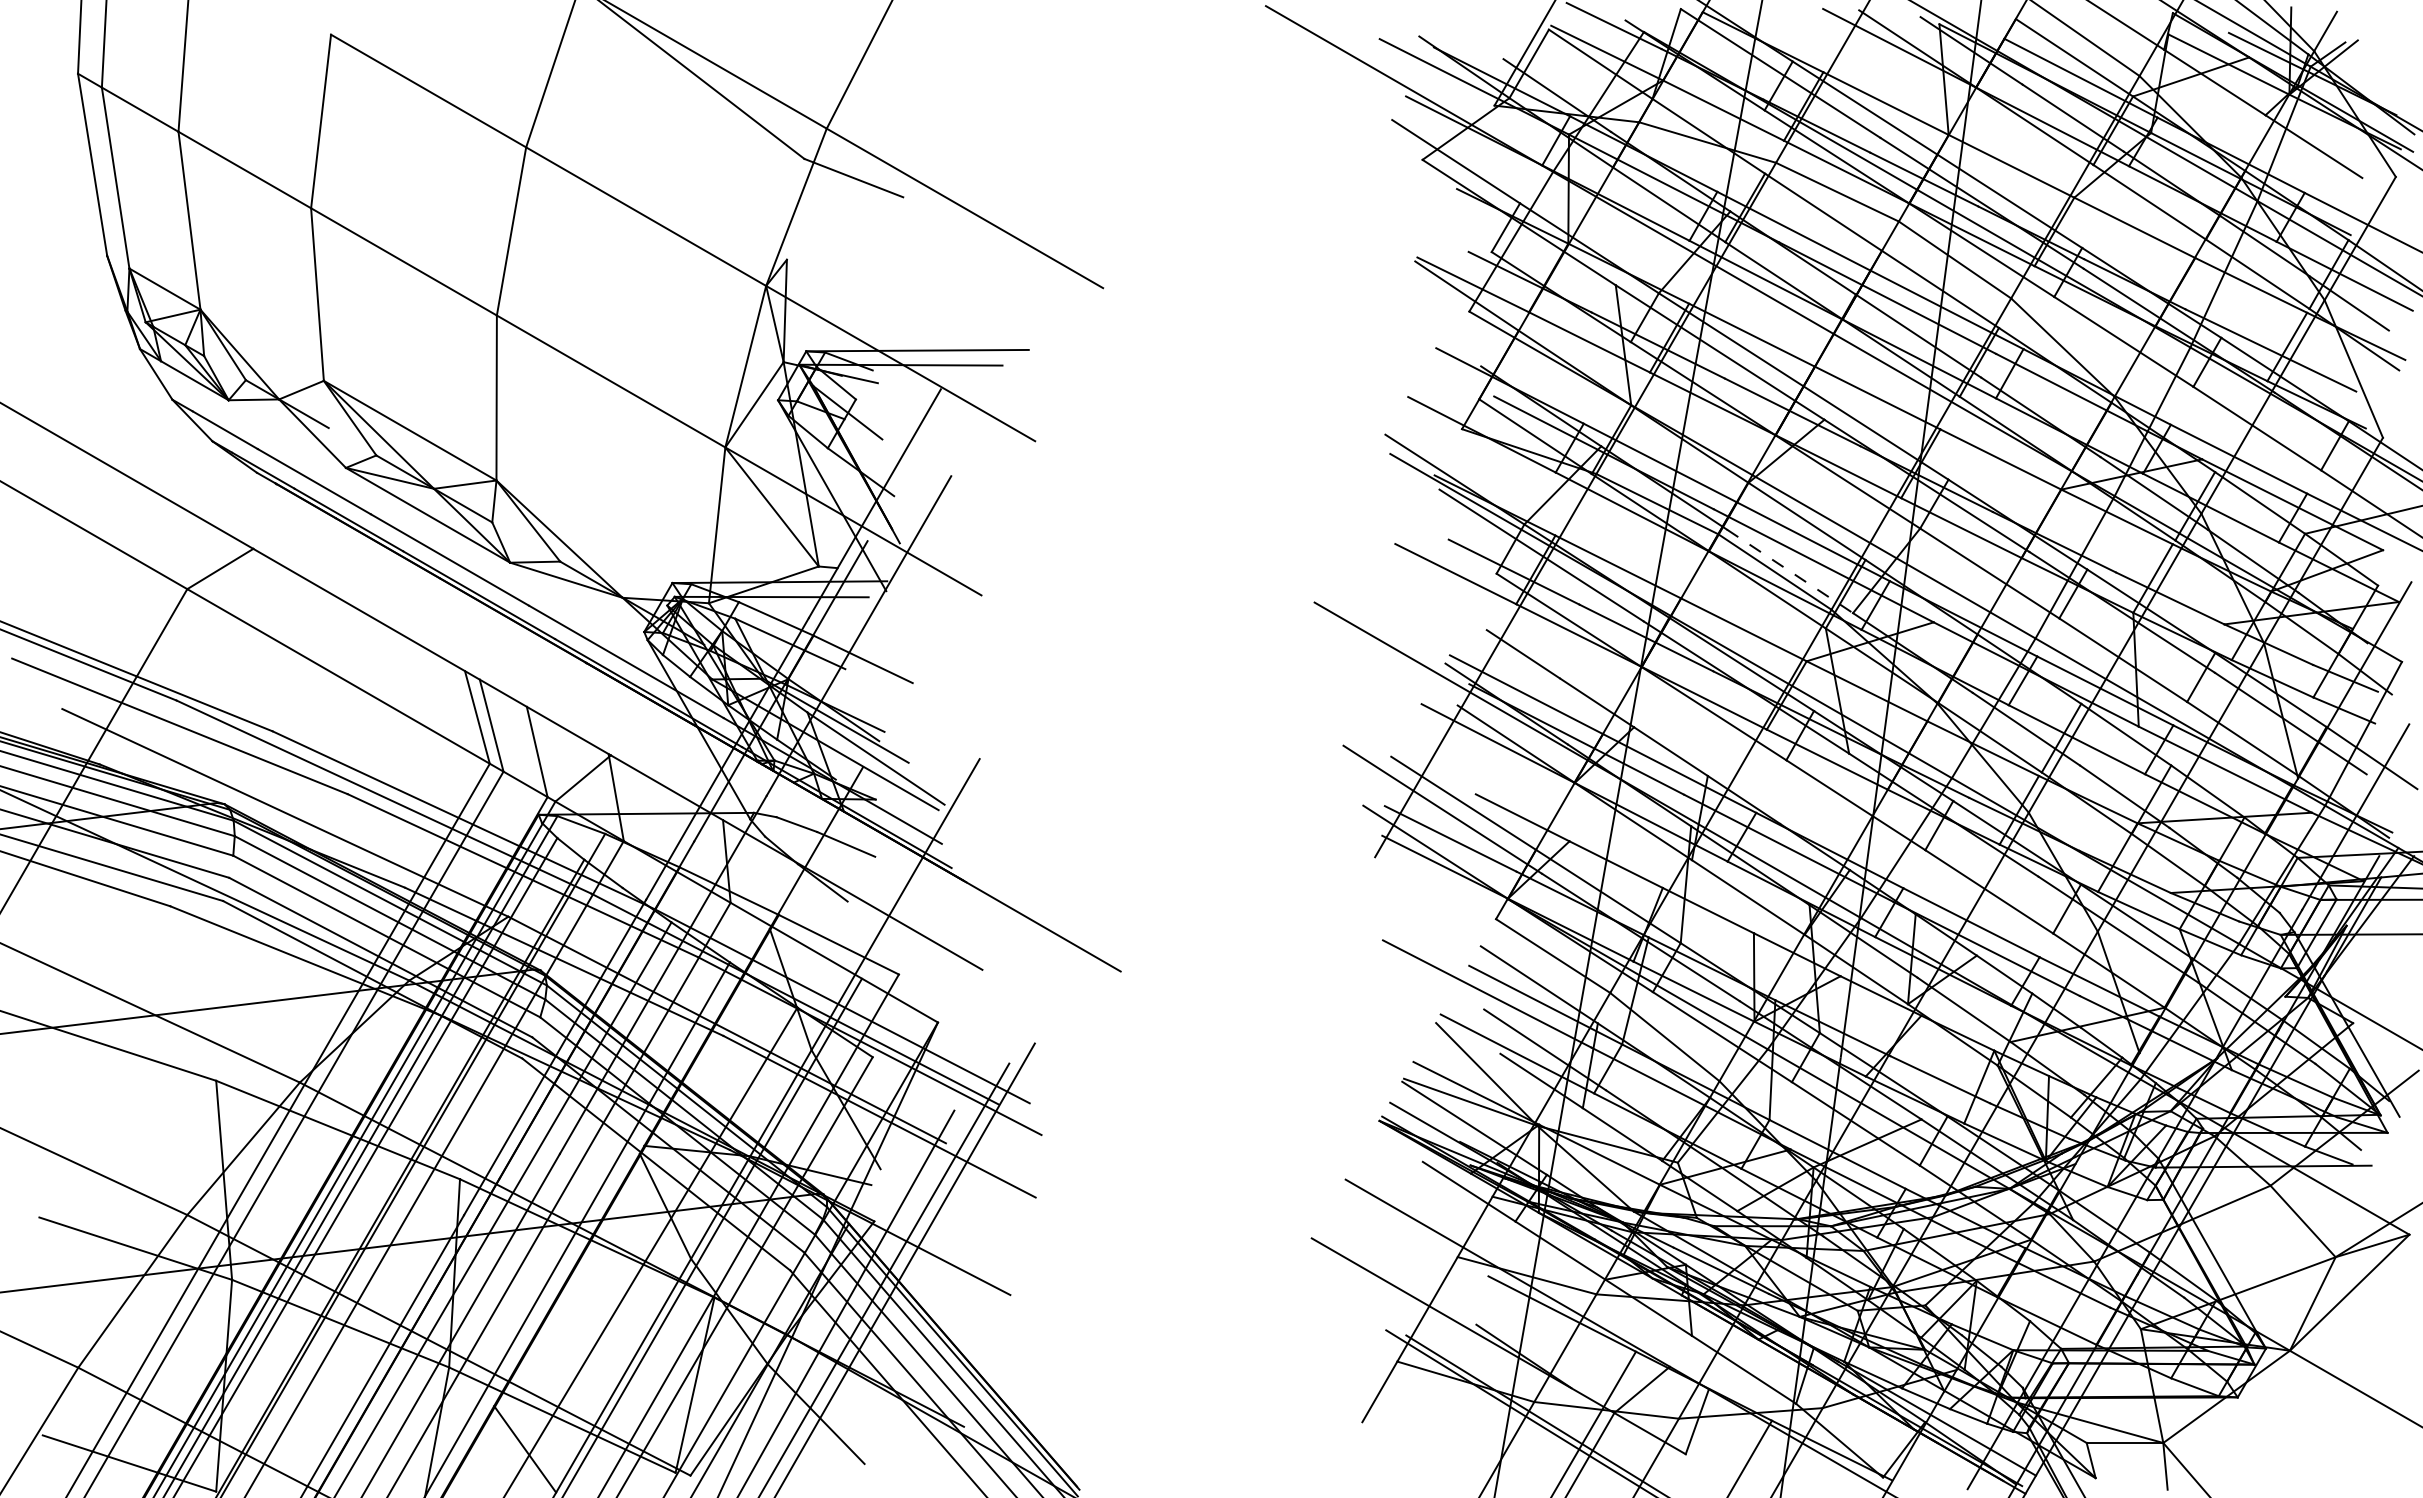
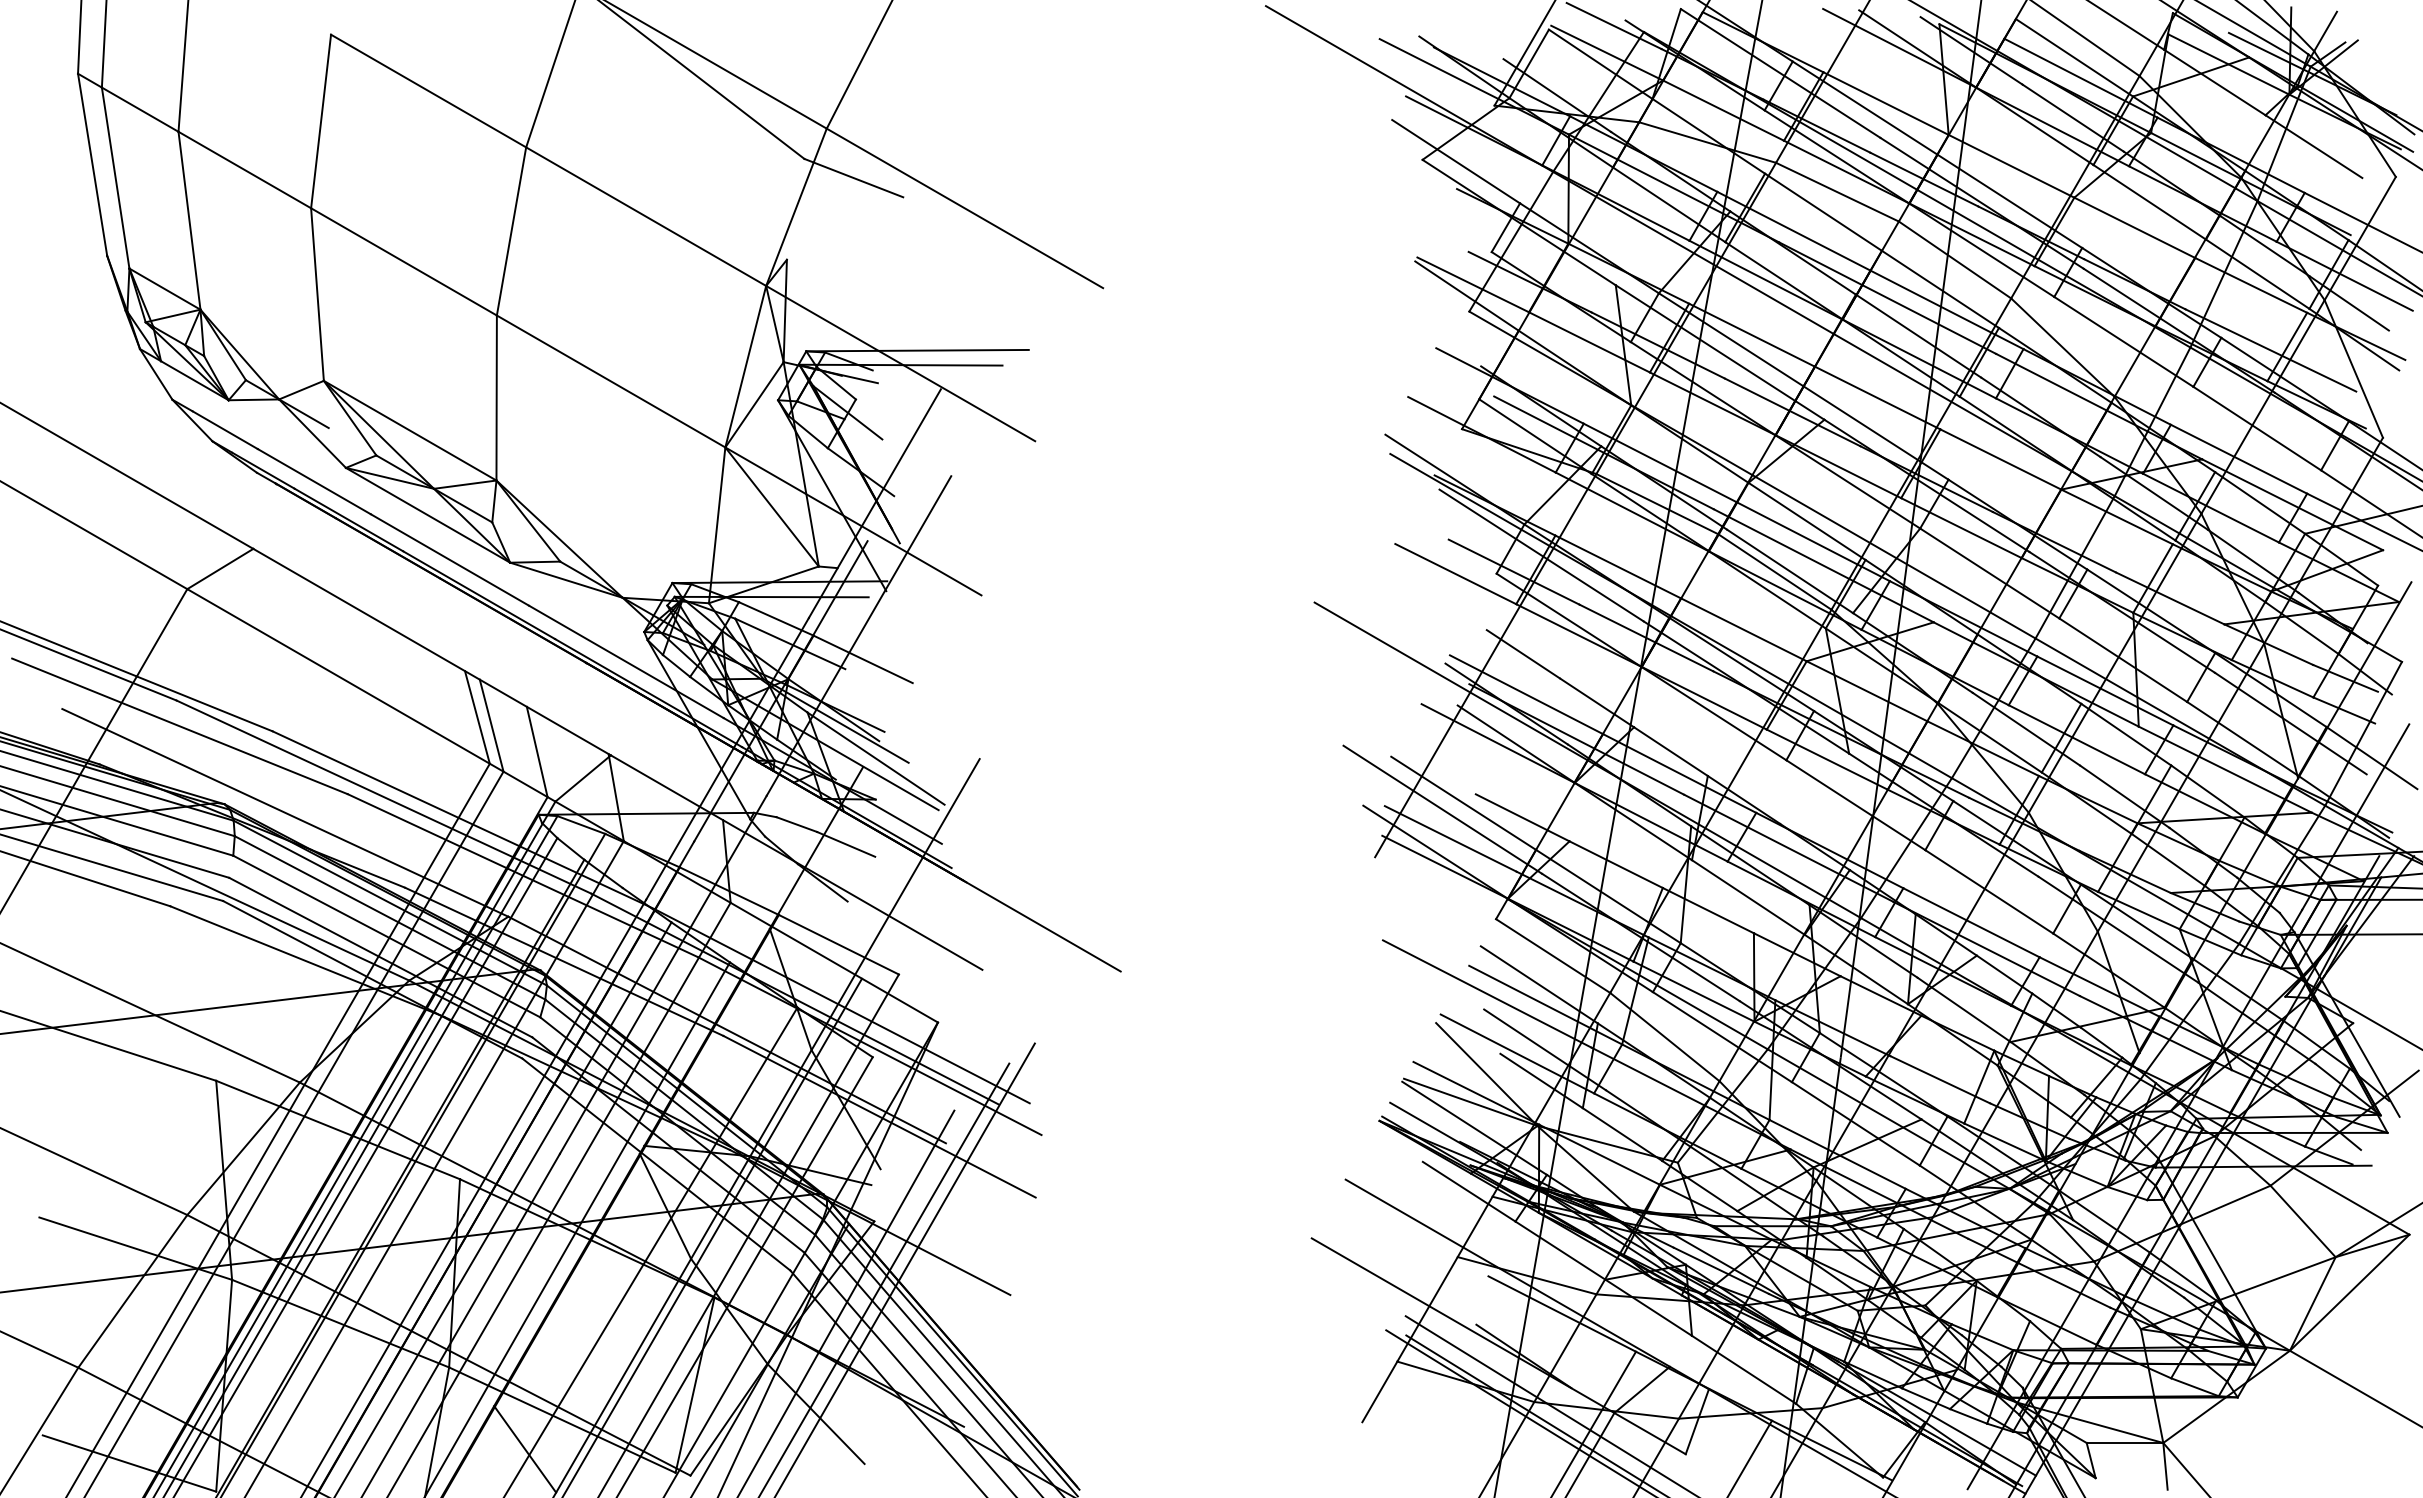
line at (1790, 571): dashed -> solid
line at (1549, 1405): none -> present
